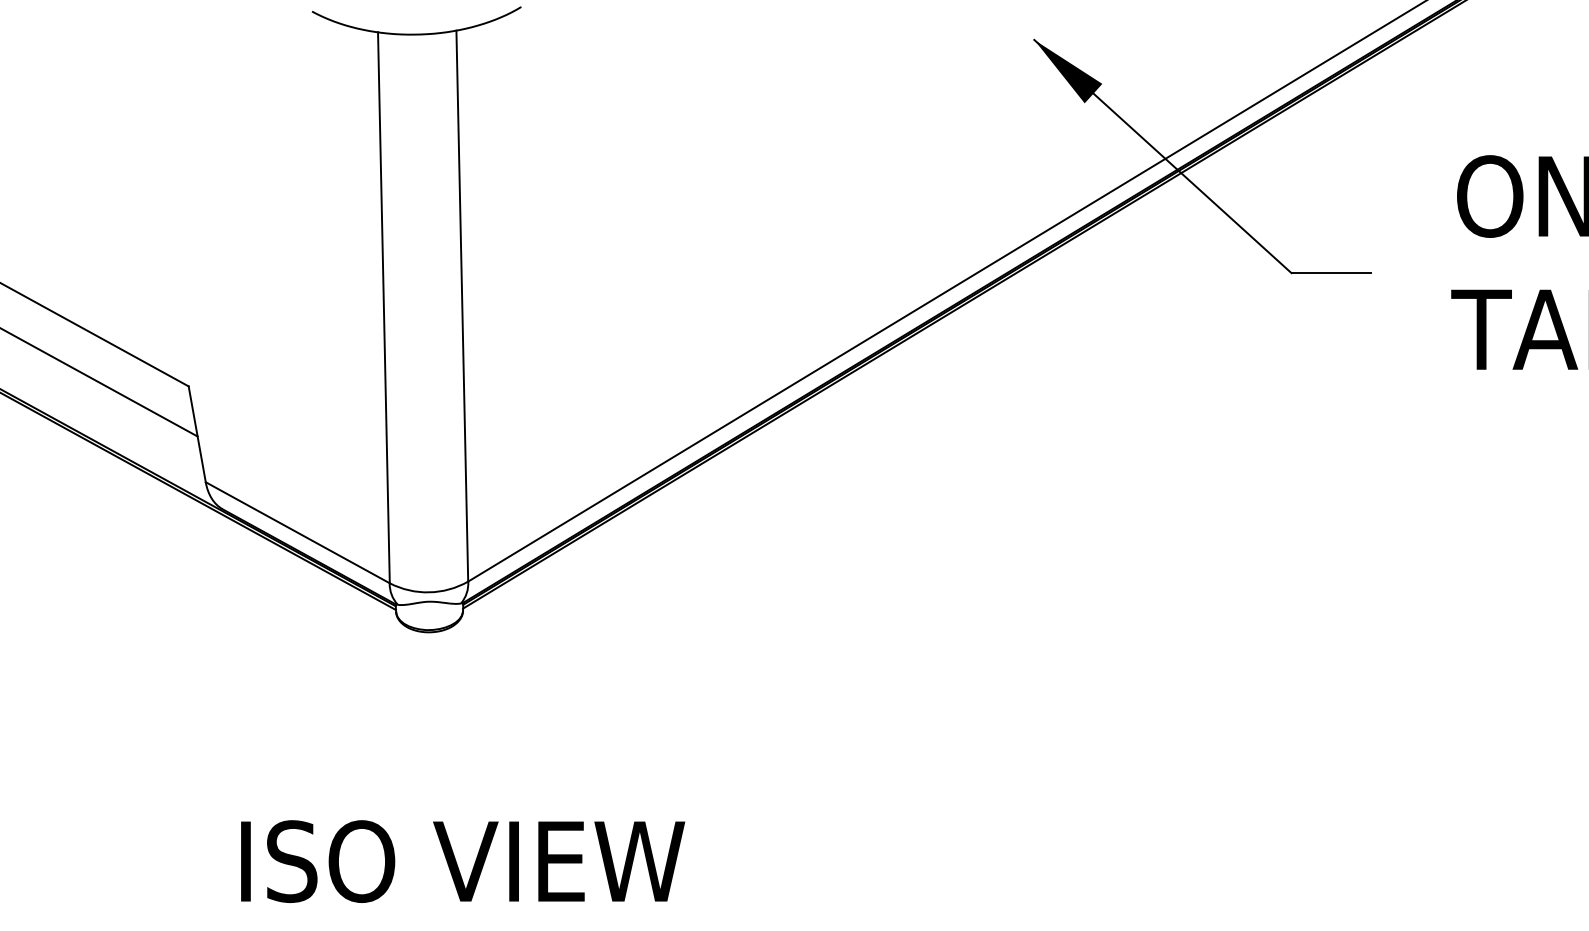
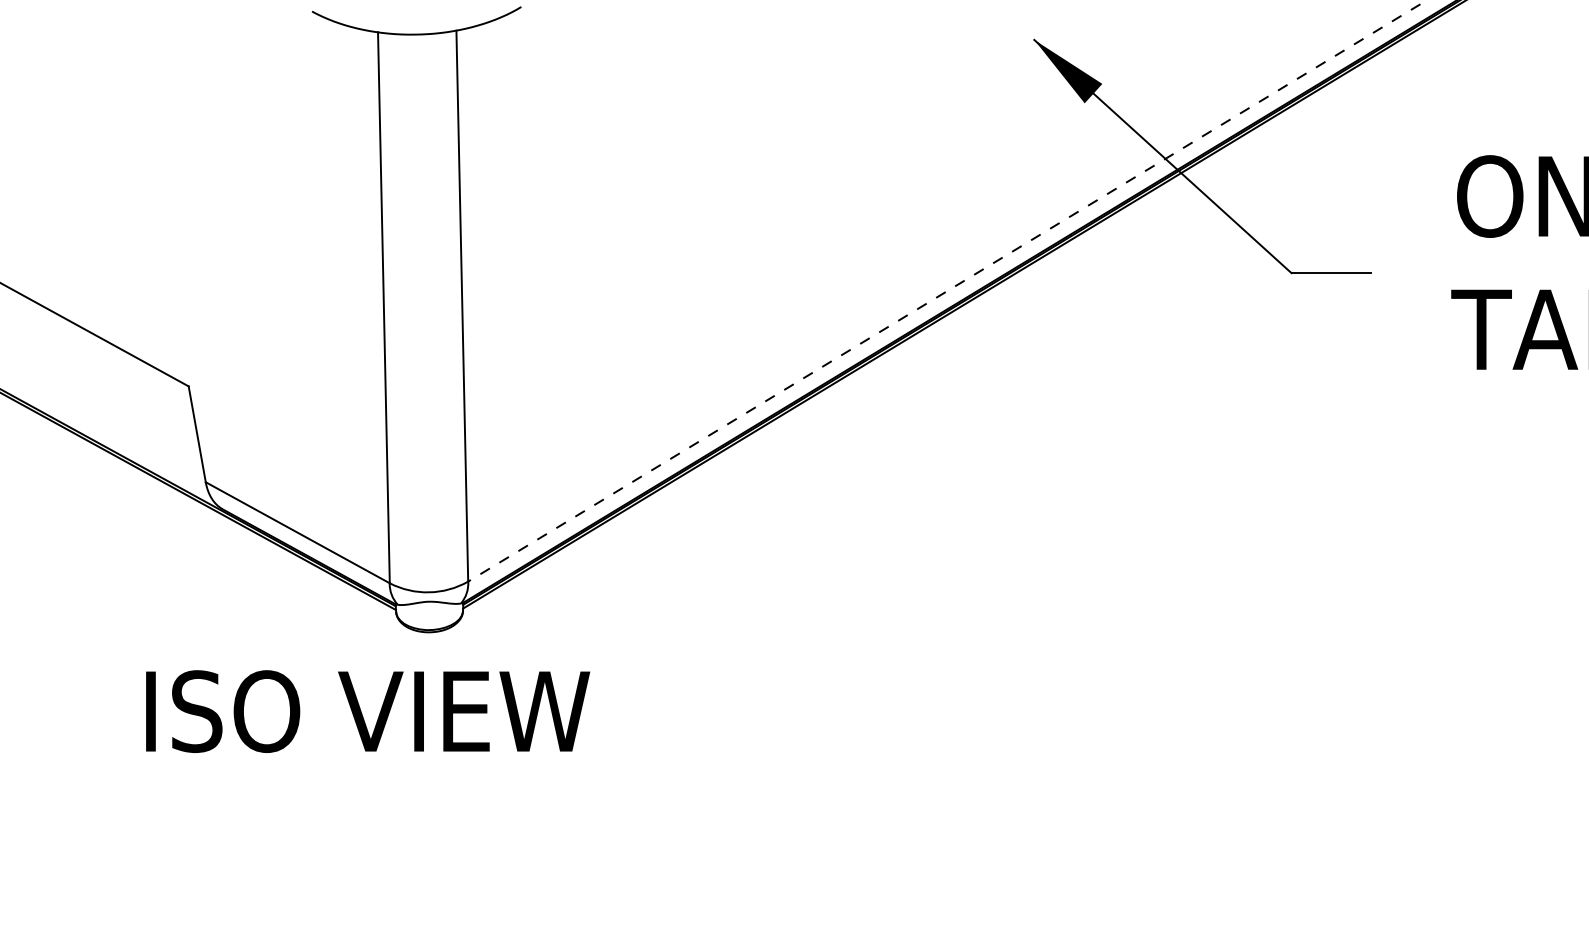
line at (947, 290): solid -> dashed
line at (99, 382): present -> none
text at (463, 861) position: (463, 861) -> (368, 711)
